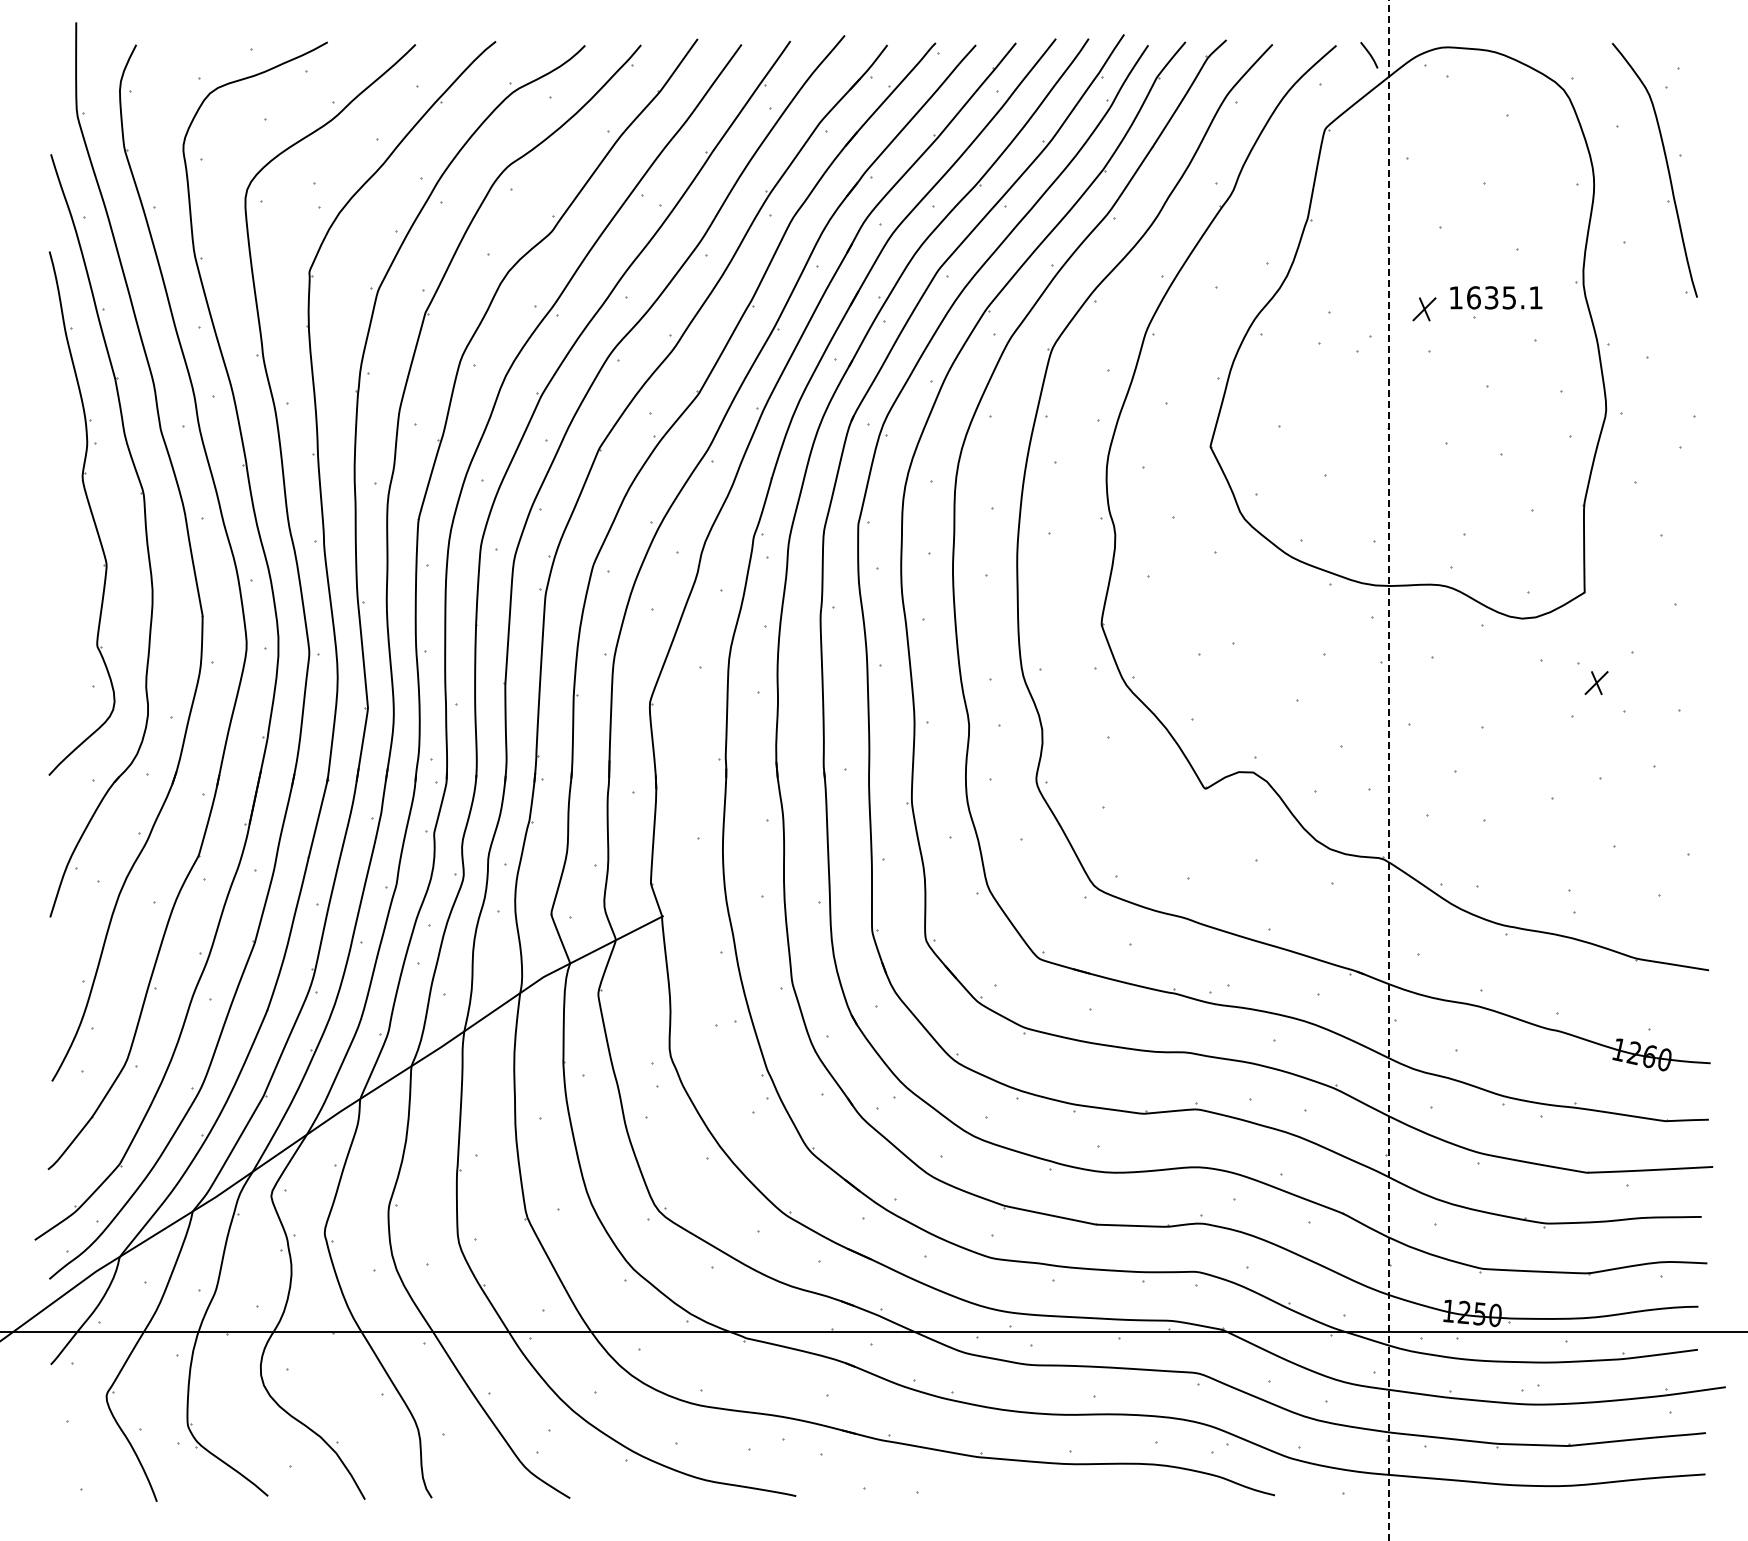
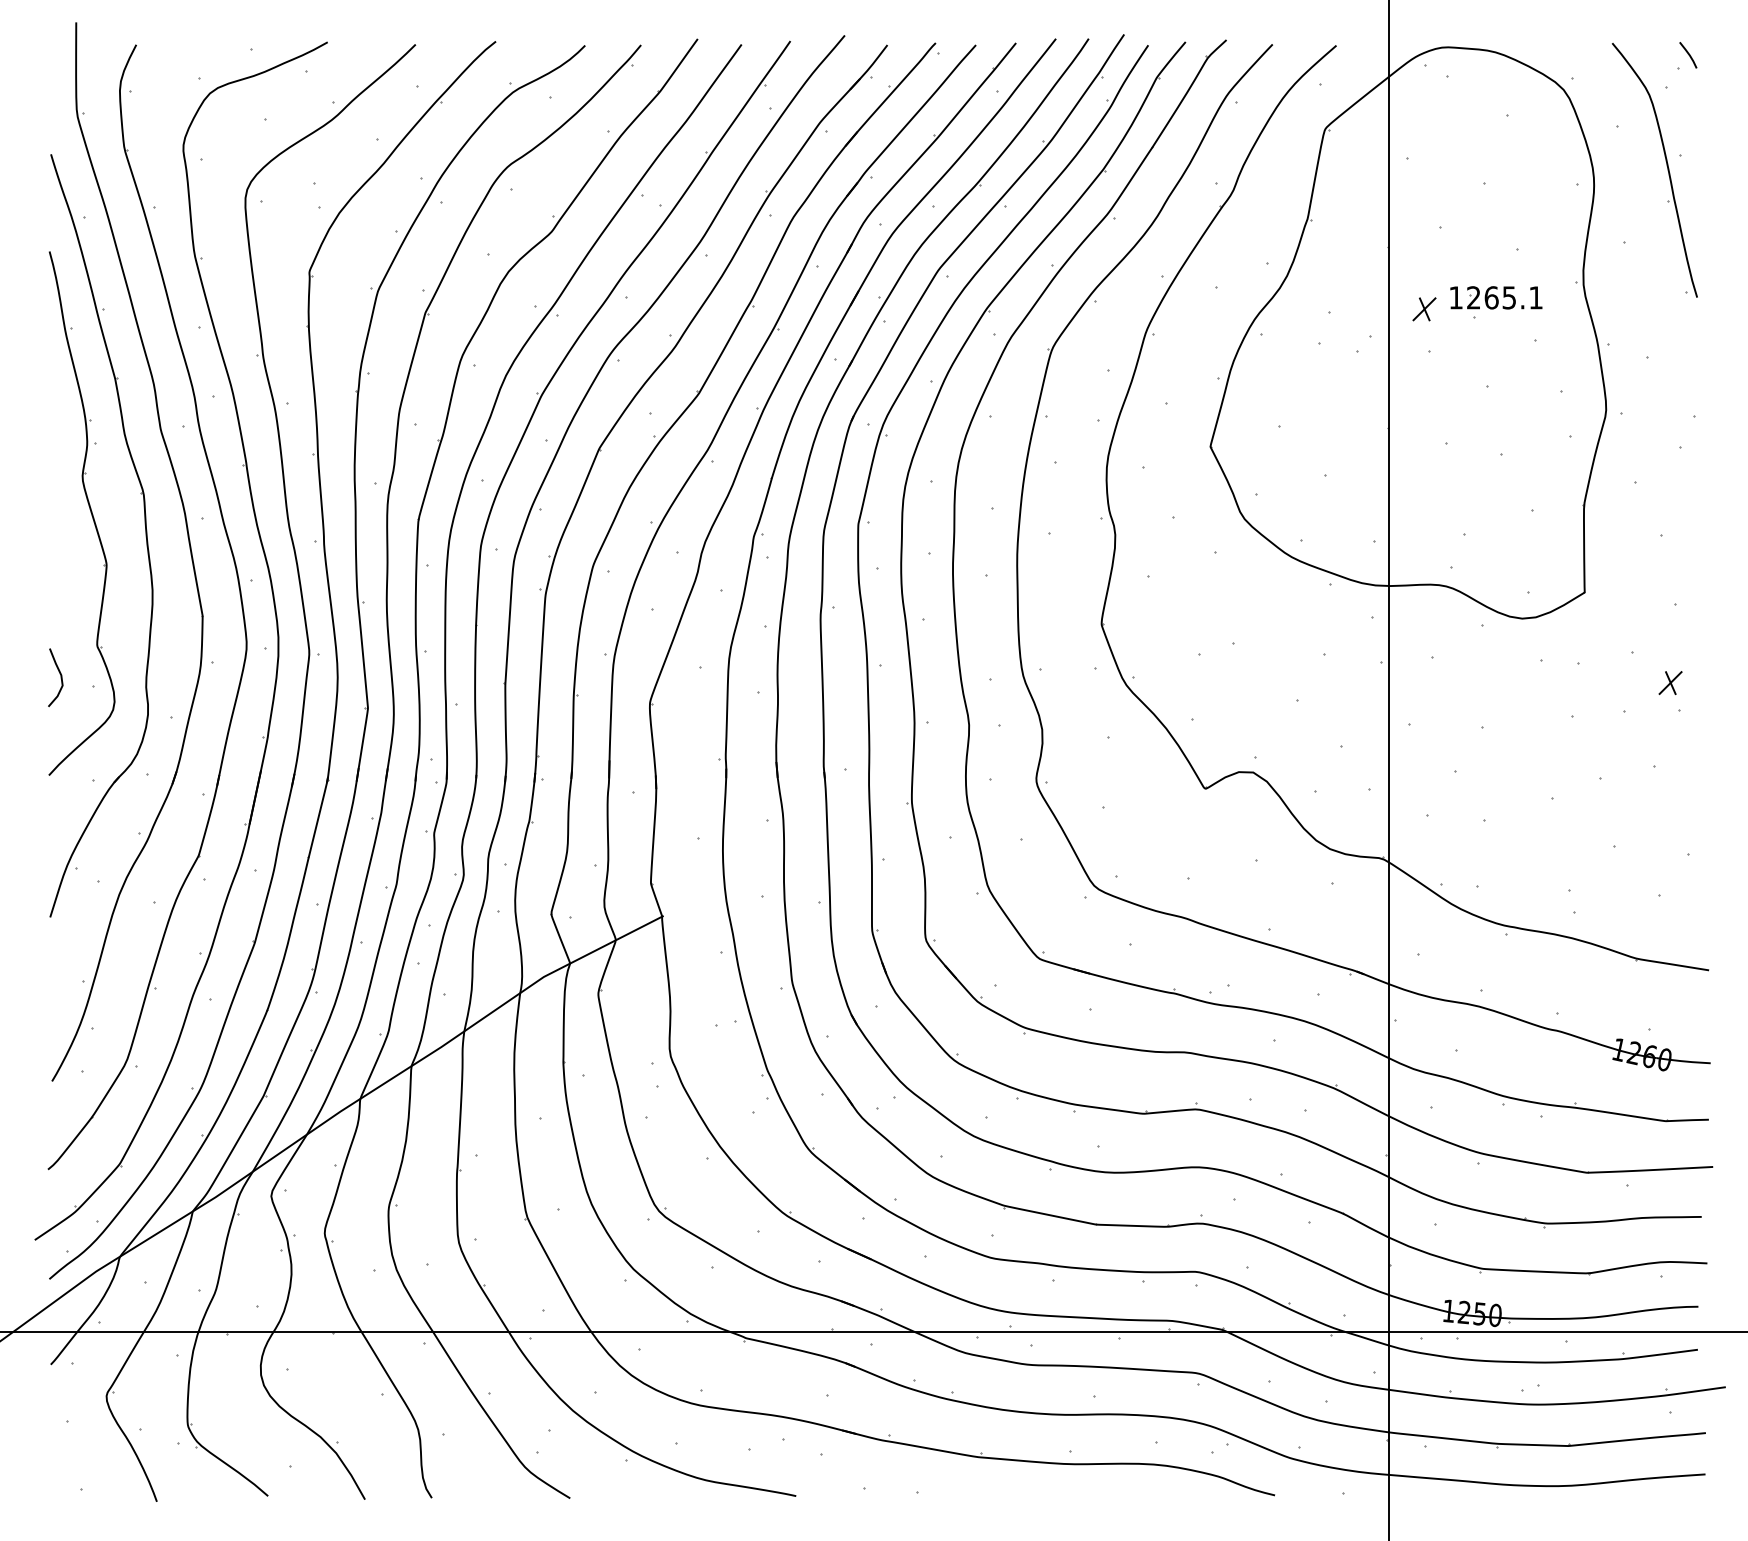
line at (1369, 55) position: (1369, 55) -> (1688, 55)
text at (1482, 297): 1635.1 -> 1265.1
curve at (60, 677): none -> present
part at (1596, 682) position: (1596, 682) -> (1670, 682)
line at (1389, 771): dashed -> solid
